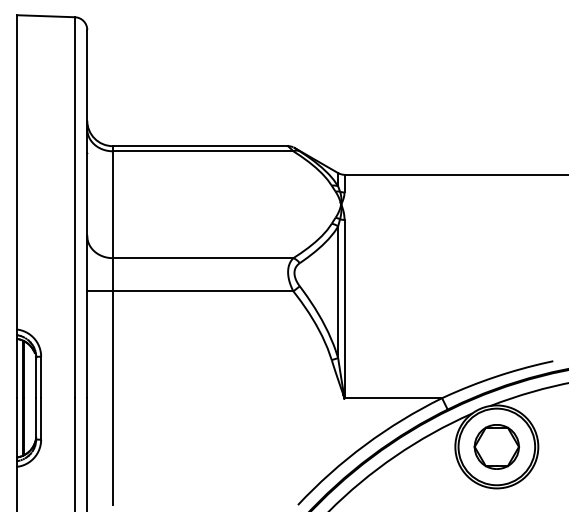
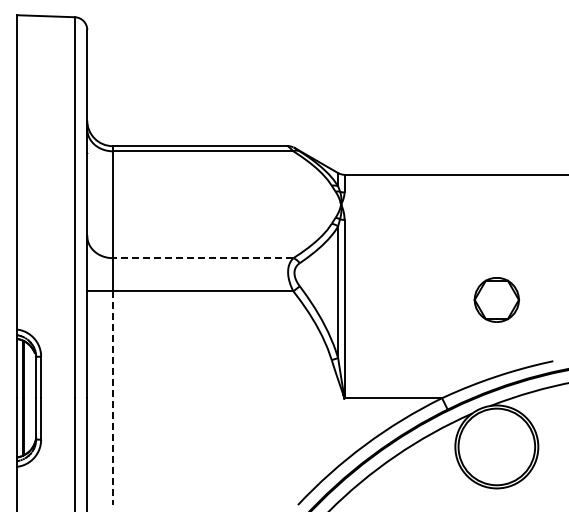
line at (202, 258): solid -> dashed
line at (112, 398): solid -> dashed
part at (496, 446) position: (496, 446) -> (496, 299)
